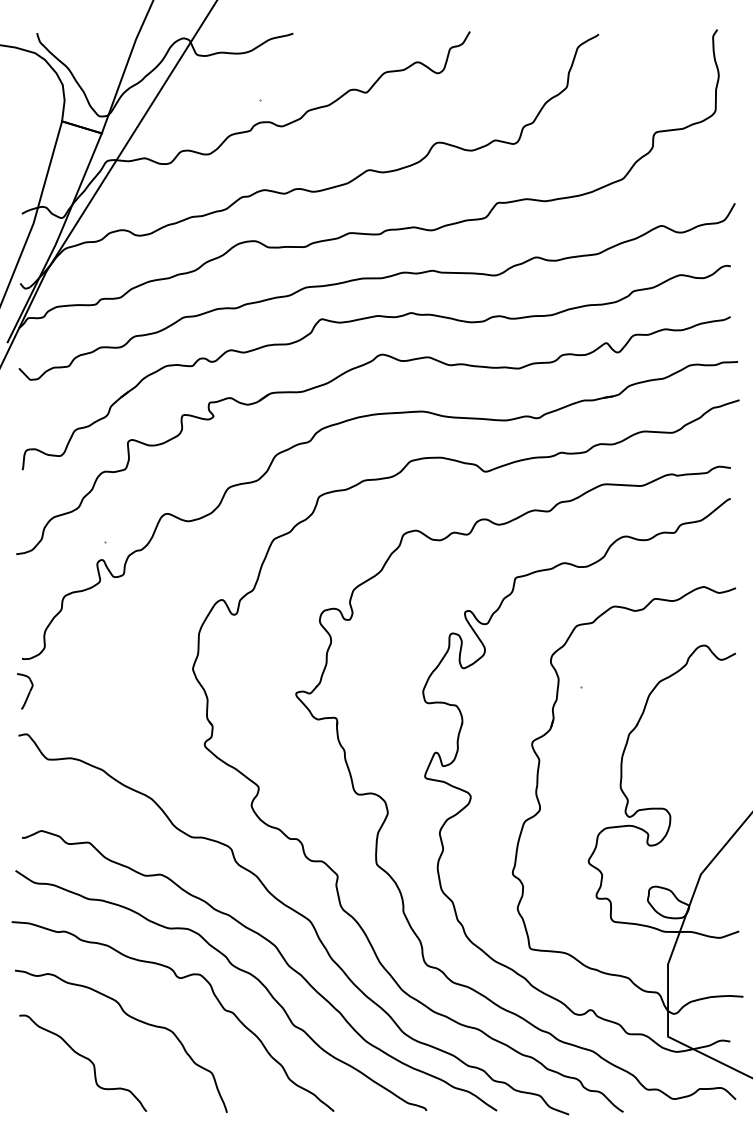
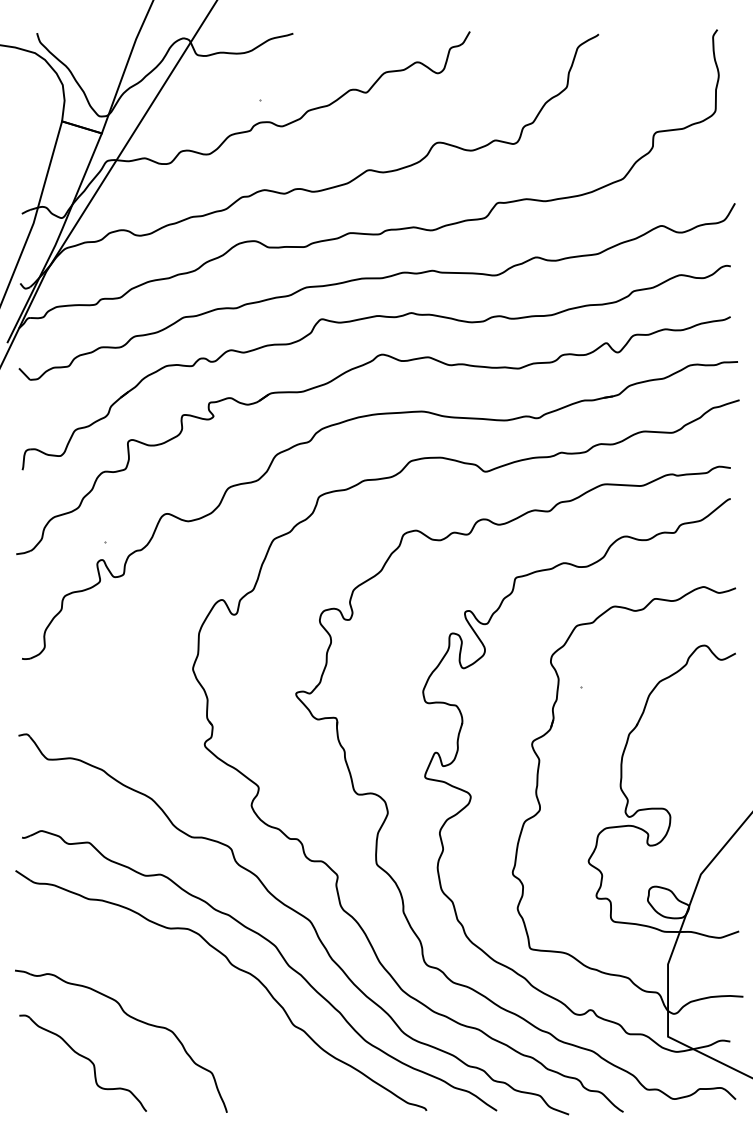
part at (25, 691): present -> none
part at (178, 978): present -> none
